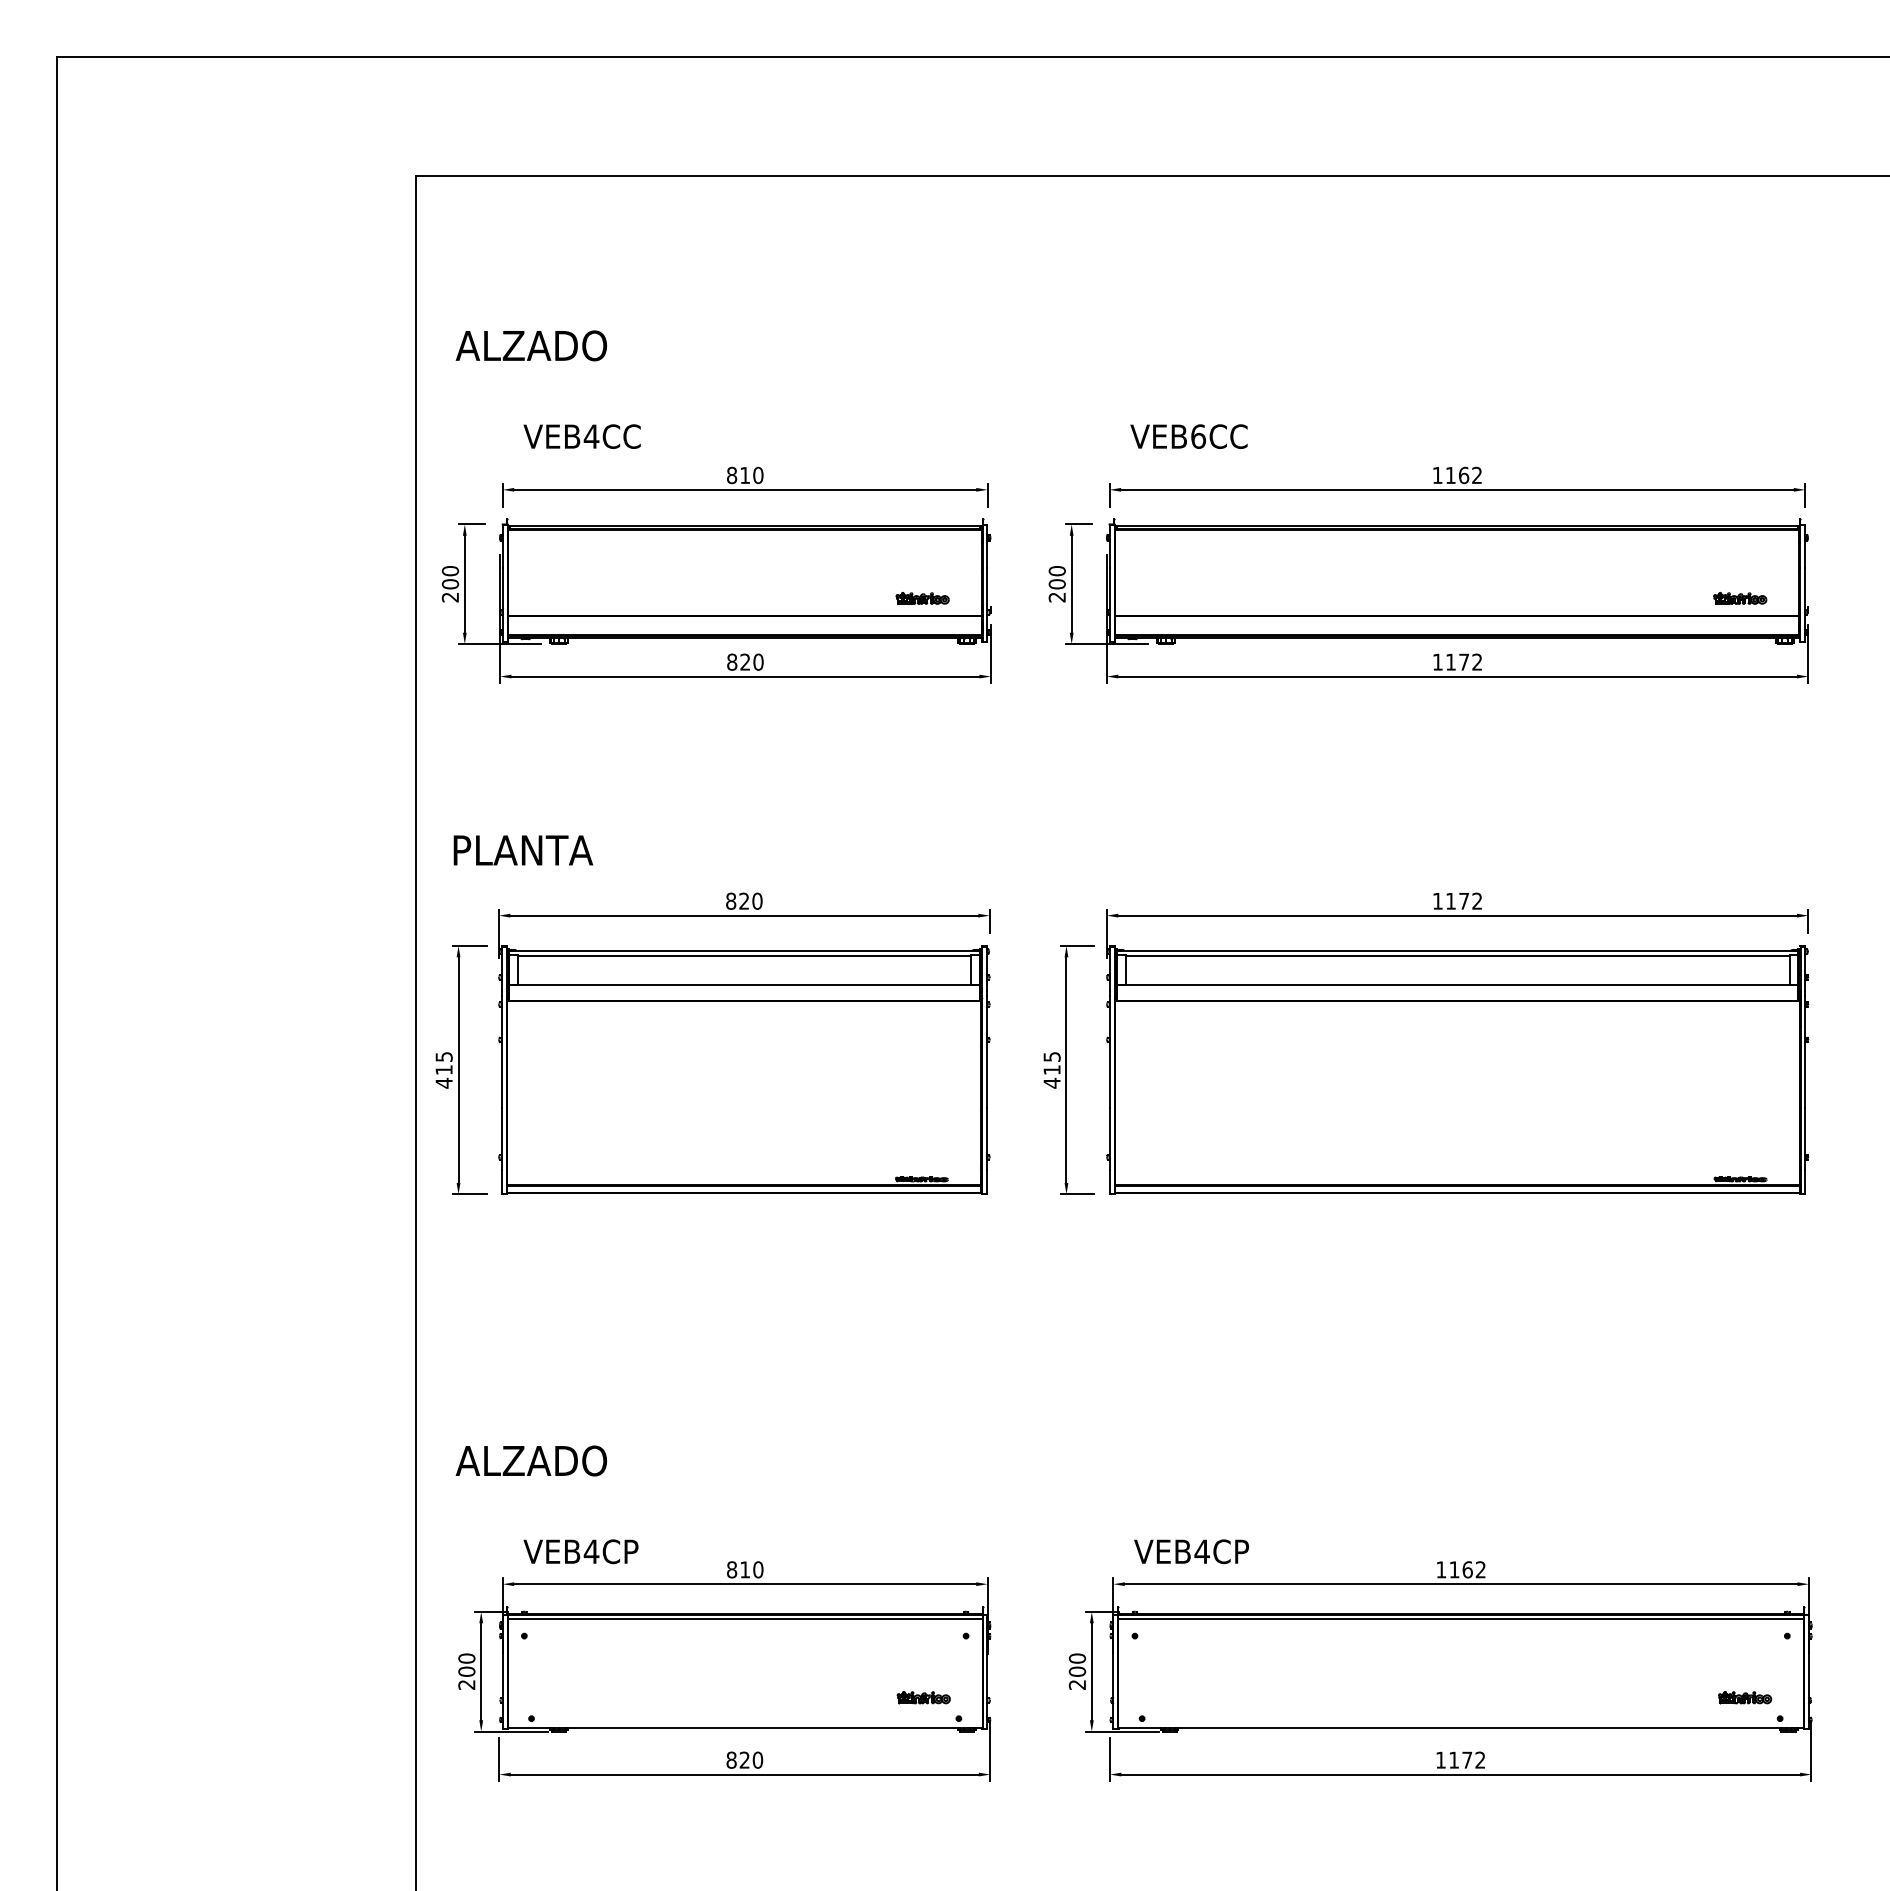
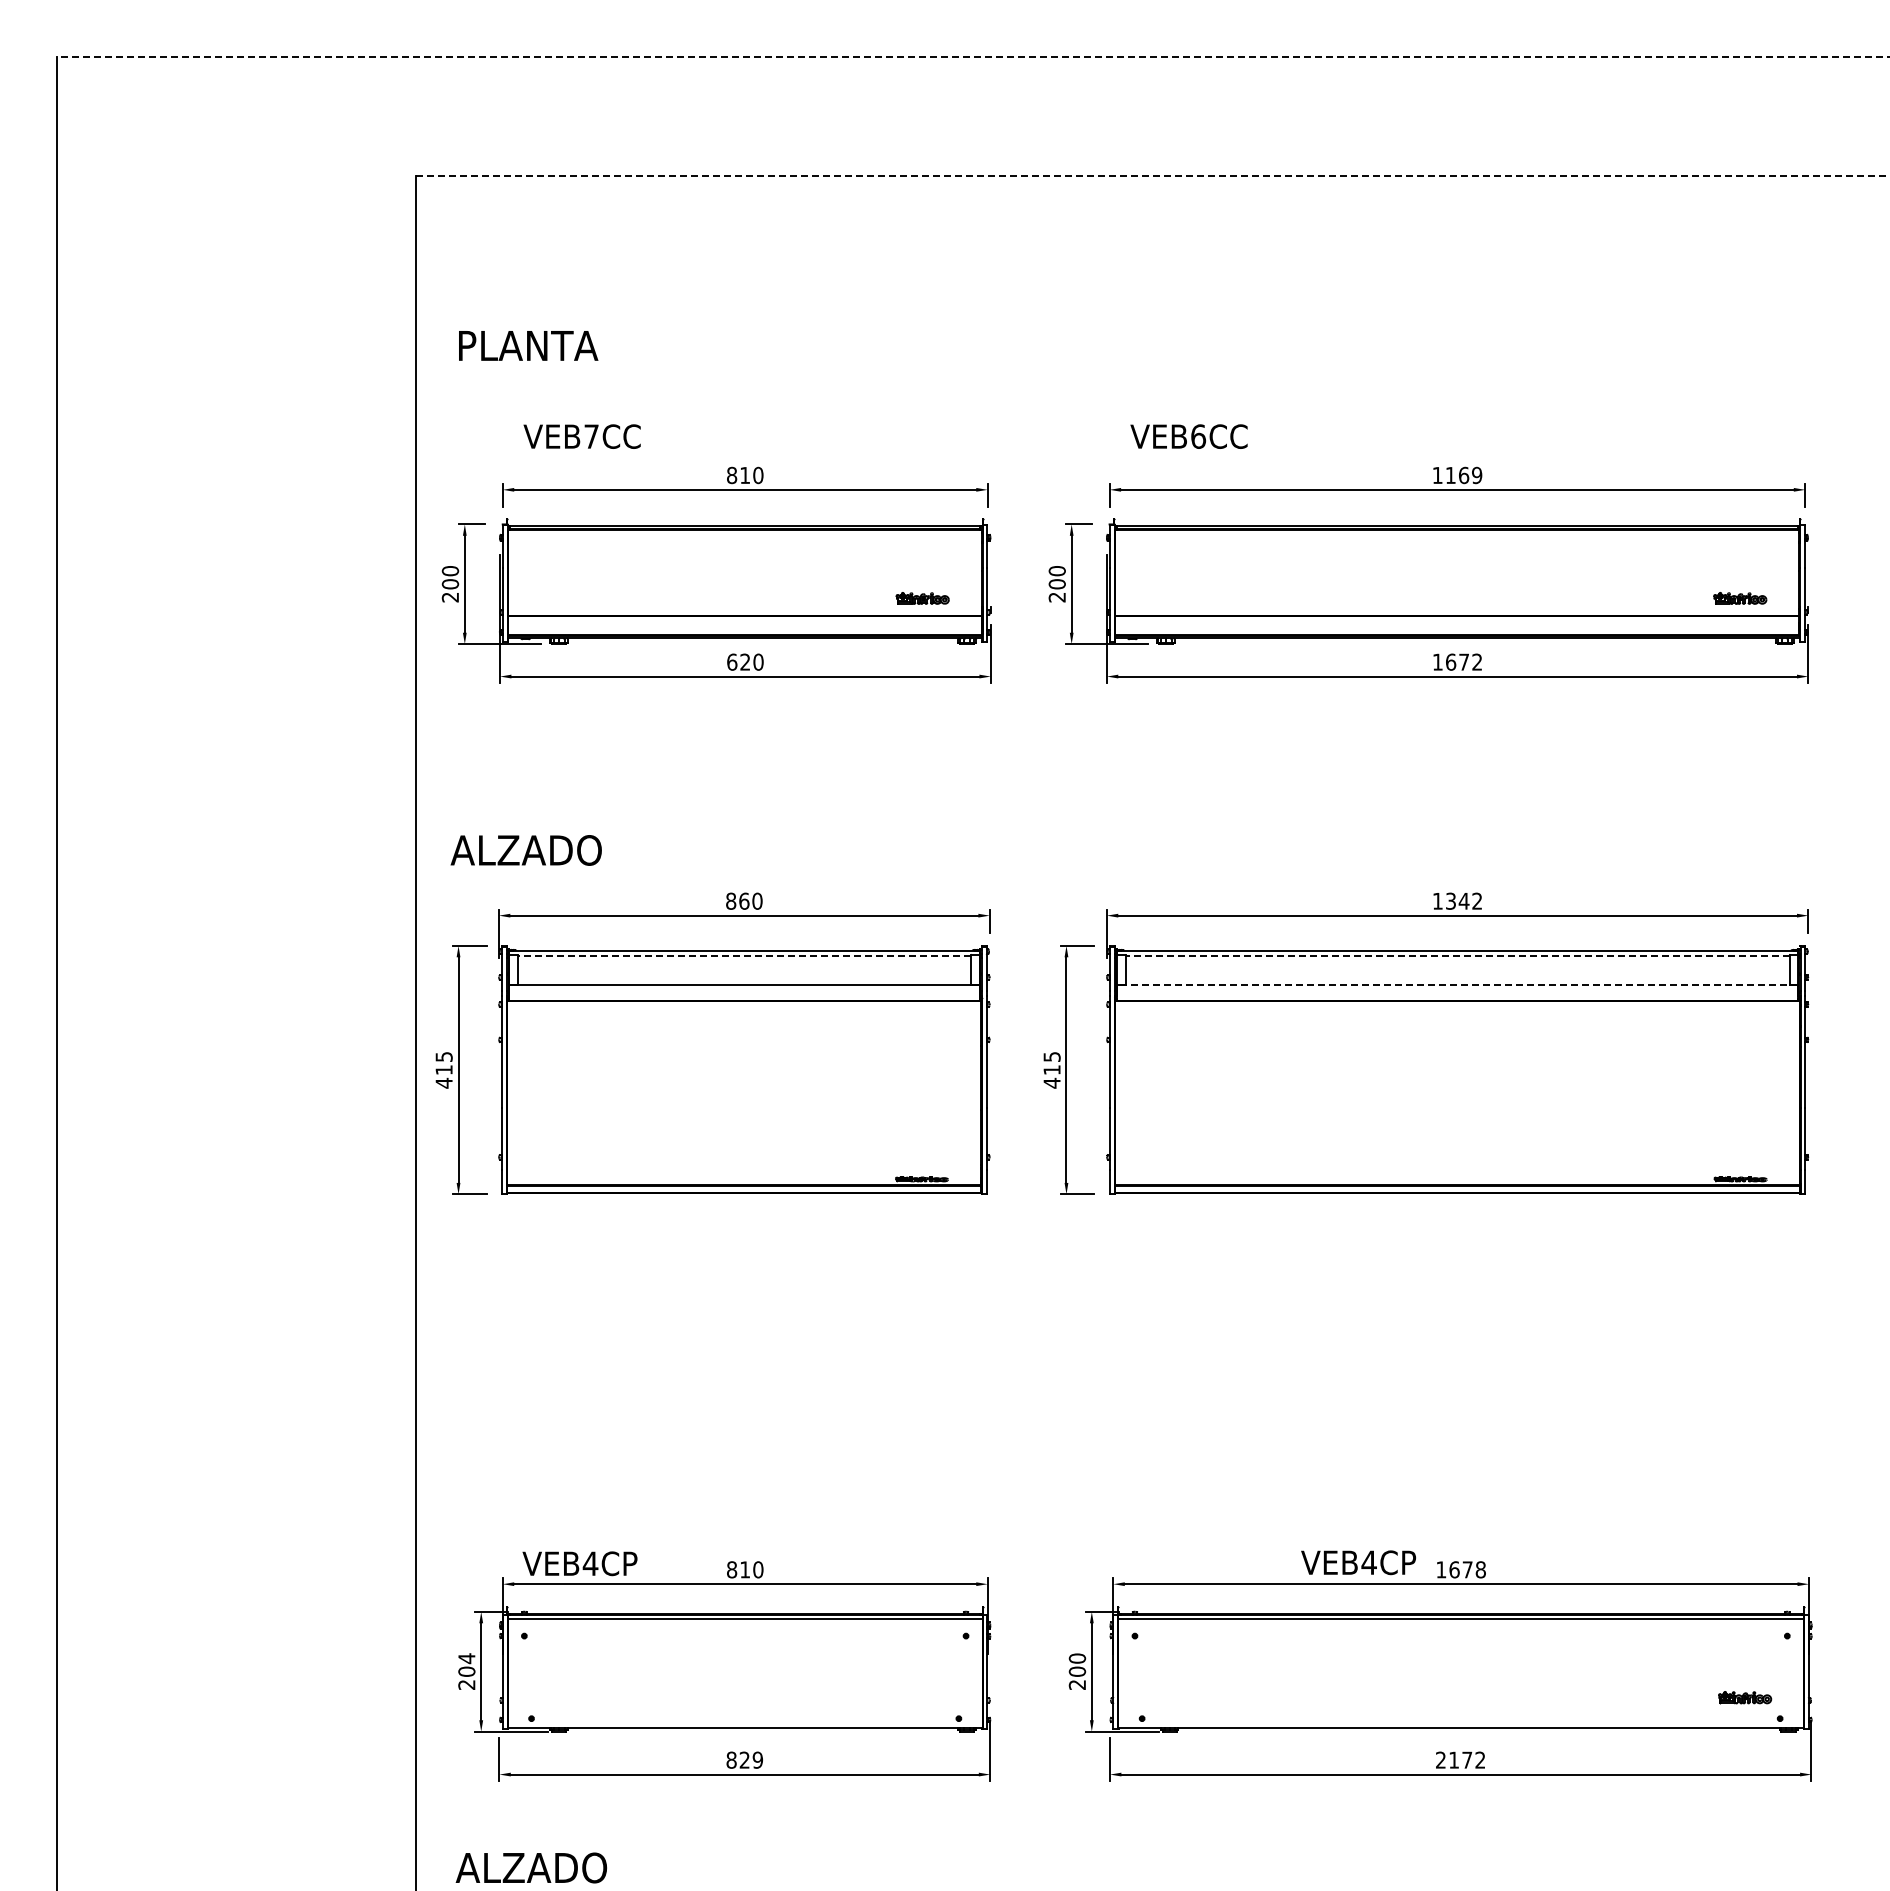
line at (972, 56): solid -> dashed
line at (1152, 176): solid -> dashed
text at (531, 345): ALZADO -> PLANTA
text at (591, 436): VEB4CC -> VEB7CC
text at (1477, 475): 1162 -> 1169
text at (732, 661): 820 -> 620
text at (1451, 661): 1172 -> 1672
text at (525, 850): PLANTA -> ALZADO
text at (744, 900): 820 -> 860
text at (1457, 900): 1172 -> 1342
line at (744, 955): solid -> dashed
line at (1457, 955): solid -> dashed
line at (1457, 984): solid -> dashed
text at (530, 1460) position: (530, 1460) -> (530, 1867)
text at (580, 1551) position: (580, 1551) -> (579, 1563)
text at (1191, 1551) position: (1191, 1551) -> (1358, 1562)
text at (1467, 1569): 1162 -> 1678
text at (466, 1658): 200 -> 204
part at (923, 1697): present -> none
text at (757, 1759): 820 -> 829
text at (1440, 1759): 1172 -> 2172
